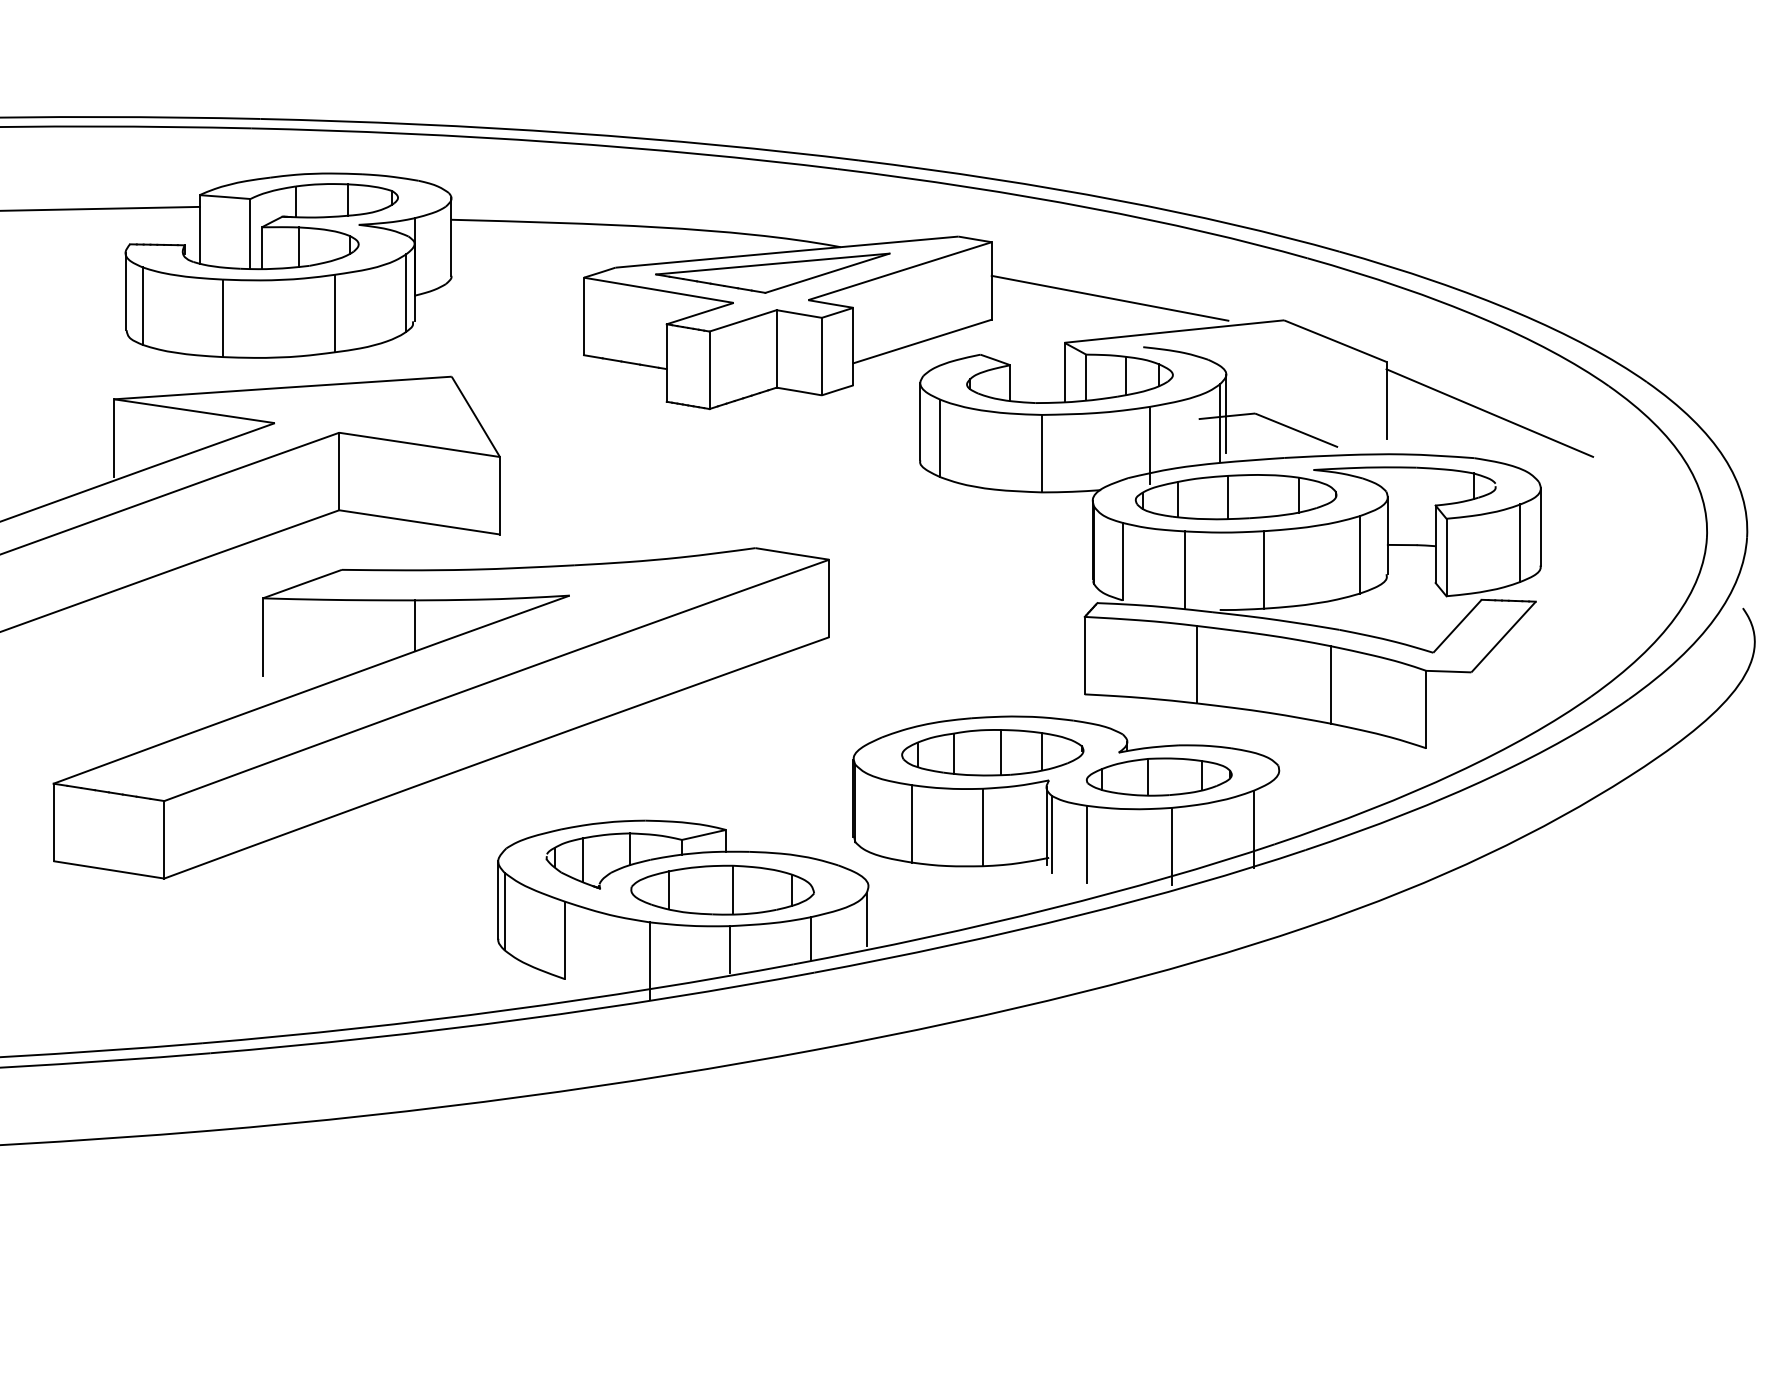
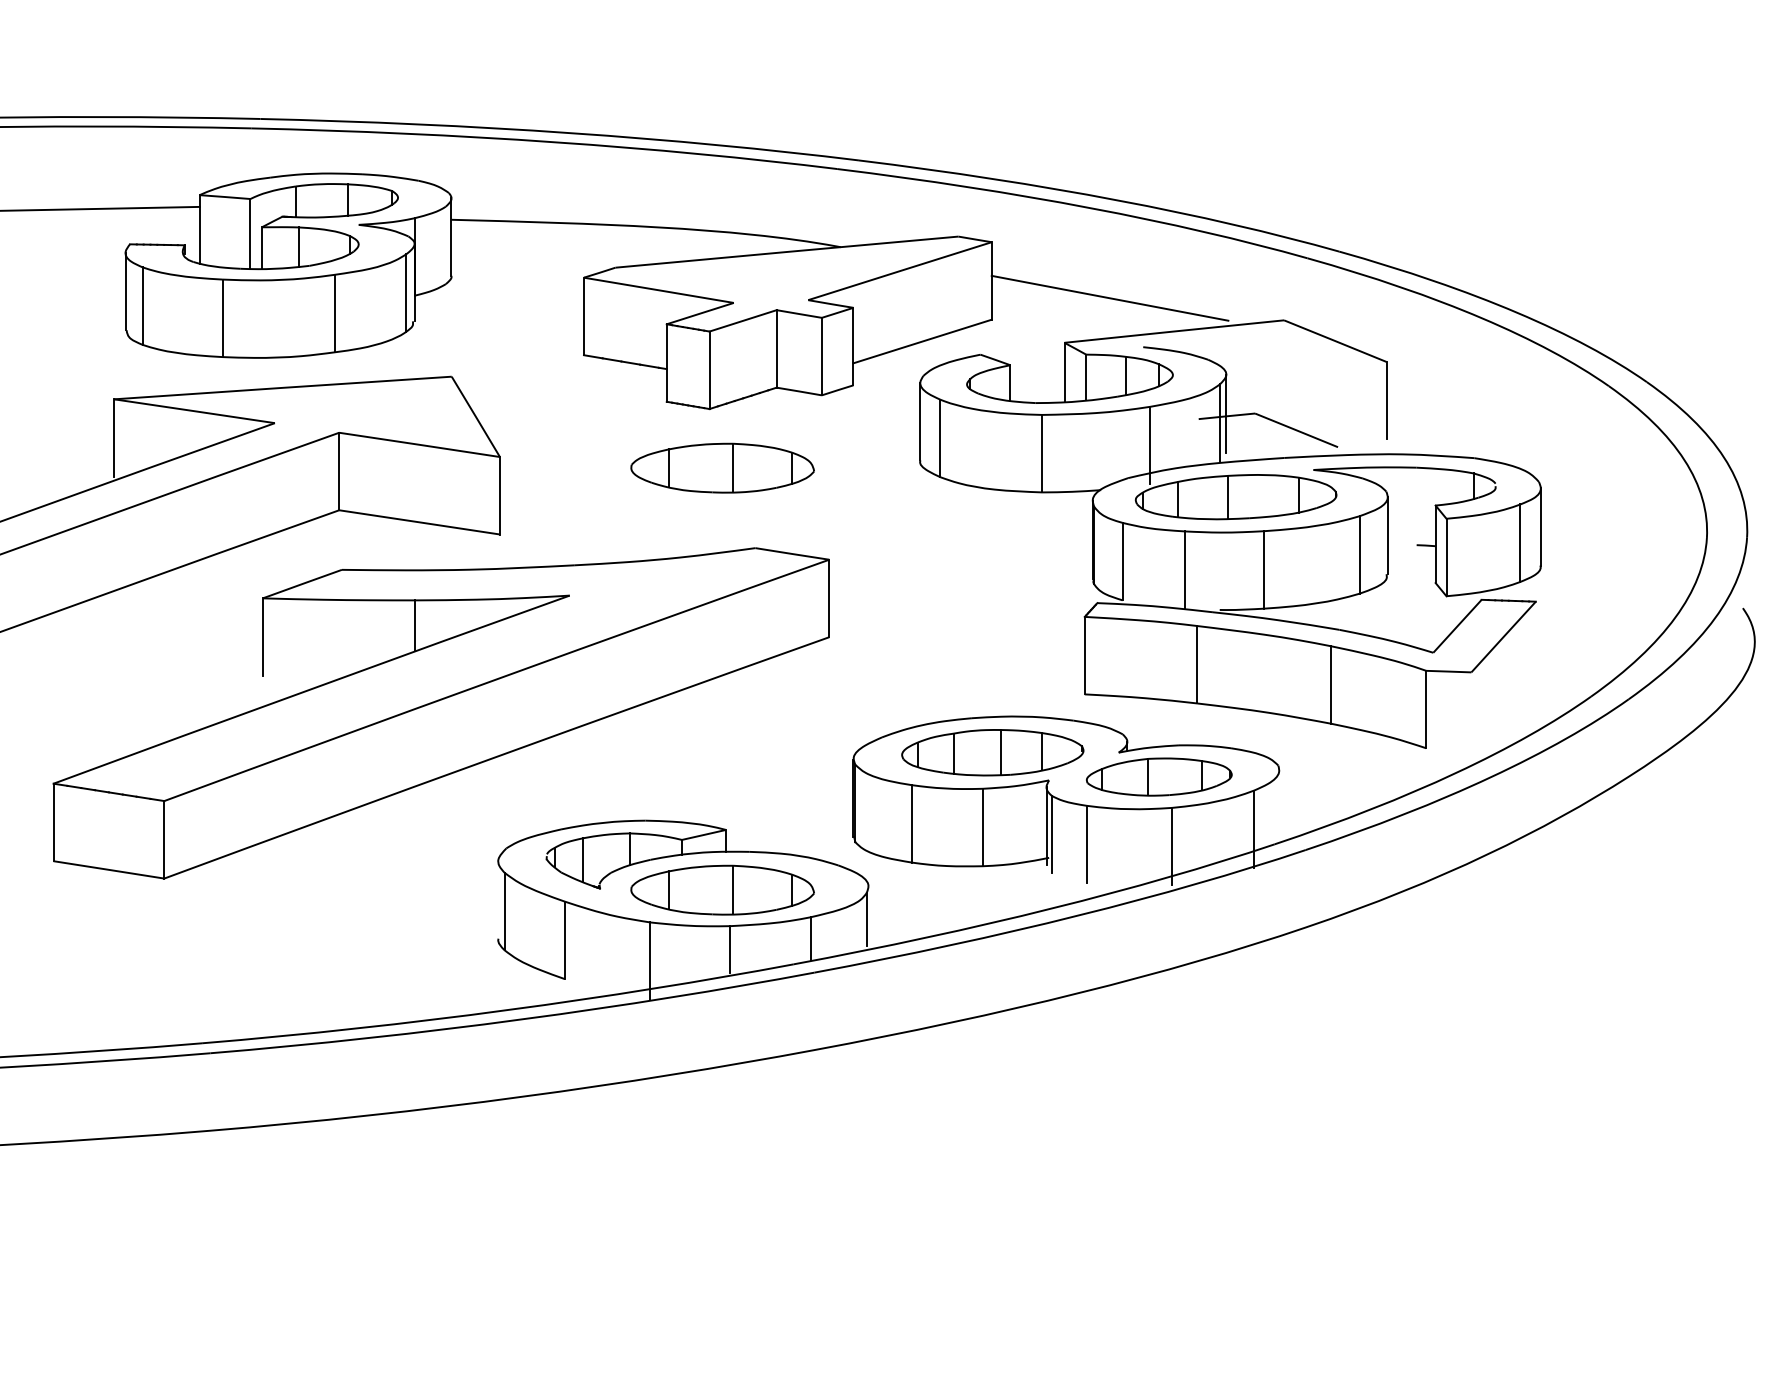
part at (772, 272): present -> none
line at (1489, 412): present -> none
part at (722, 467): none -> present
line at (1401, 544): present -> none
line at (498, 899): present -> none
